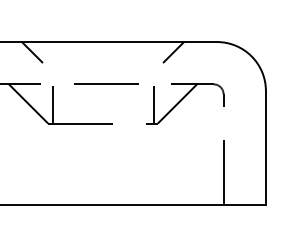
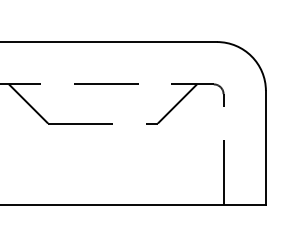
line at (31, 52): present -> none
line at (173, 52): present -> none
line at (52, 104): present -> none
line at (153, 104): present -> none
